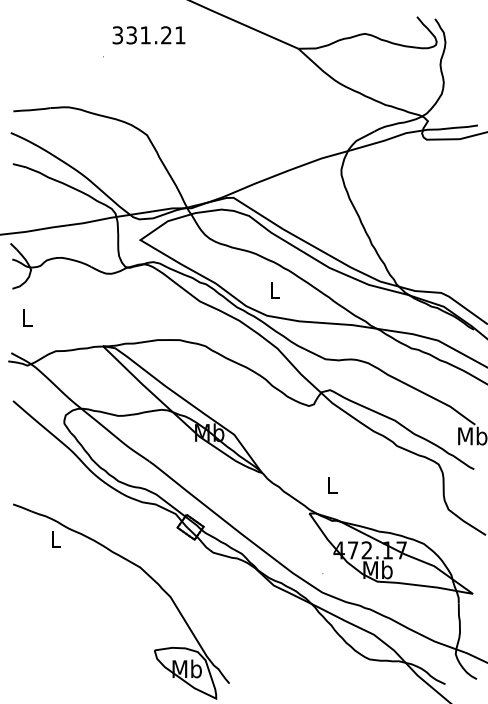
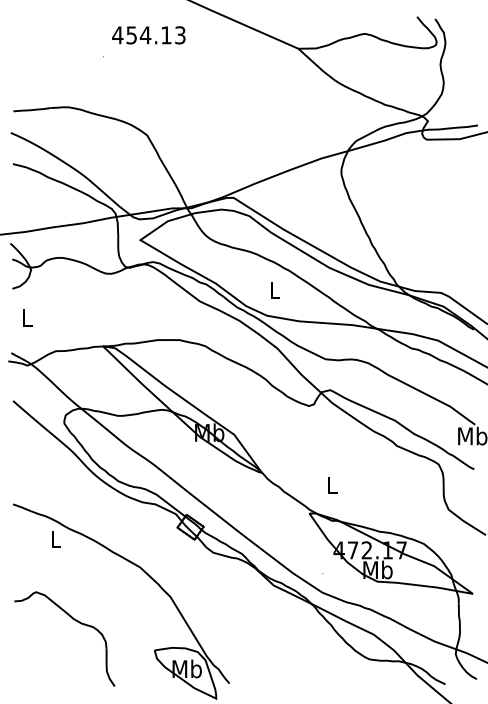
text at (148, 35): 331.21 -> 454.13
part at (75, 621): none -> present
